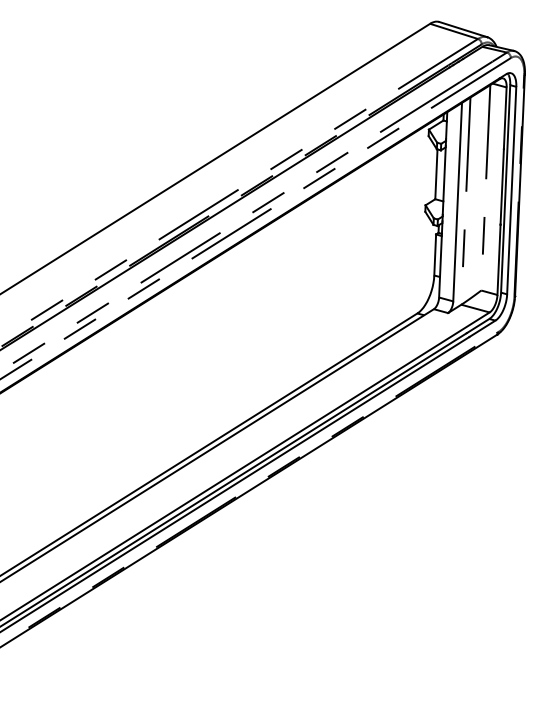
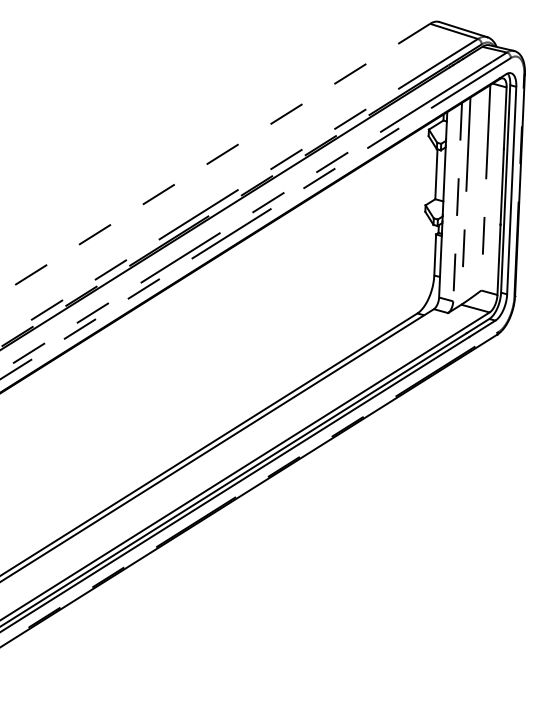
line at (215, 159): solid -> dashed
line at (457, 202): solid -> dashed
